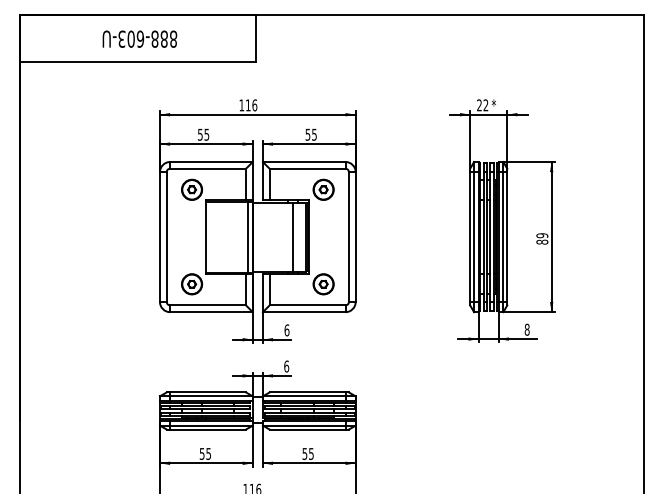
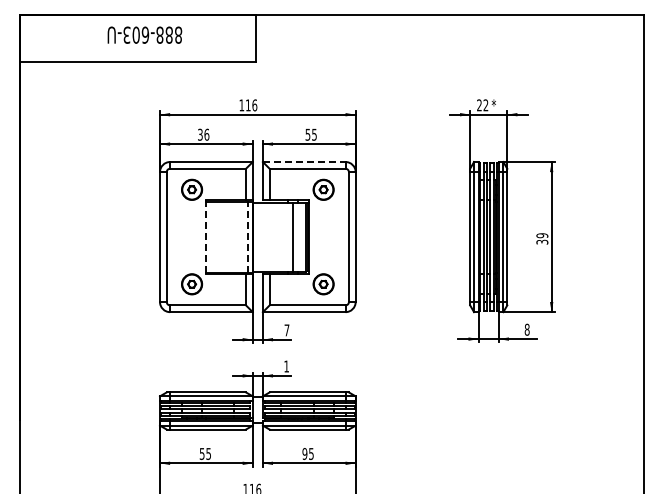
text at (139, 38) position: (139, 38) -> (144, 34)
text at (203, 134): 55 -> 36
line at (304, 162): solid -> dashed
line at (247, 236): solid -> dashed
line at (206, 237): solid -> dashed
text at (542, 241): 89 -> 39
text at (286, 330): 6 -> 7
text at (286, 366): 6 -> 1
text at (304, 453): 55 -> 95
